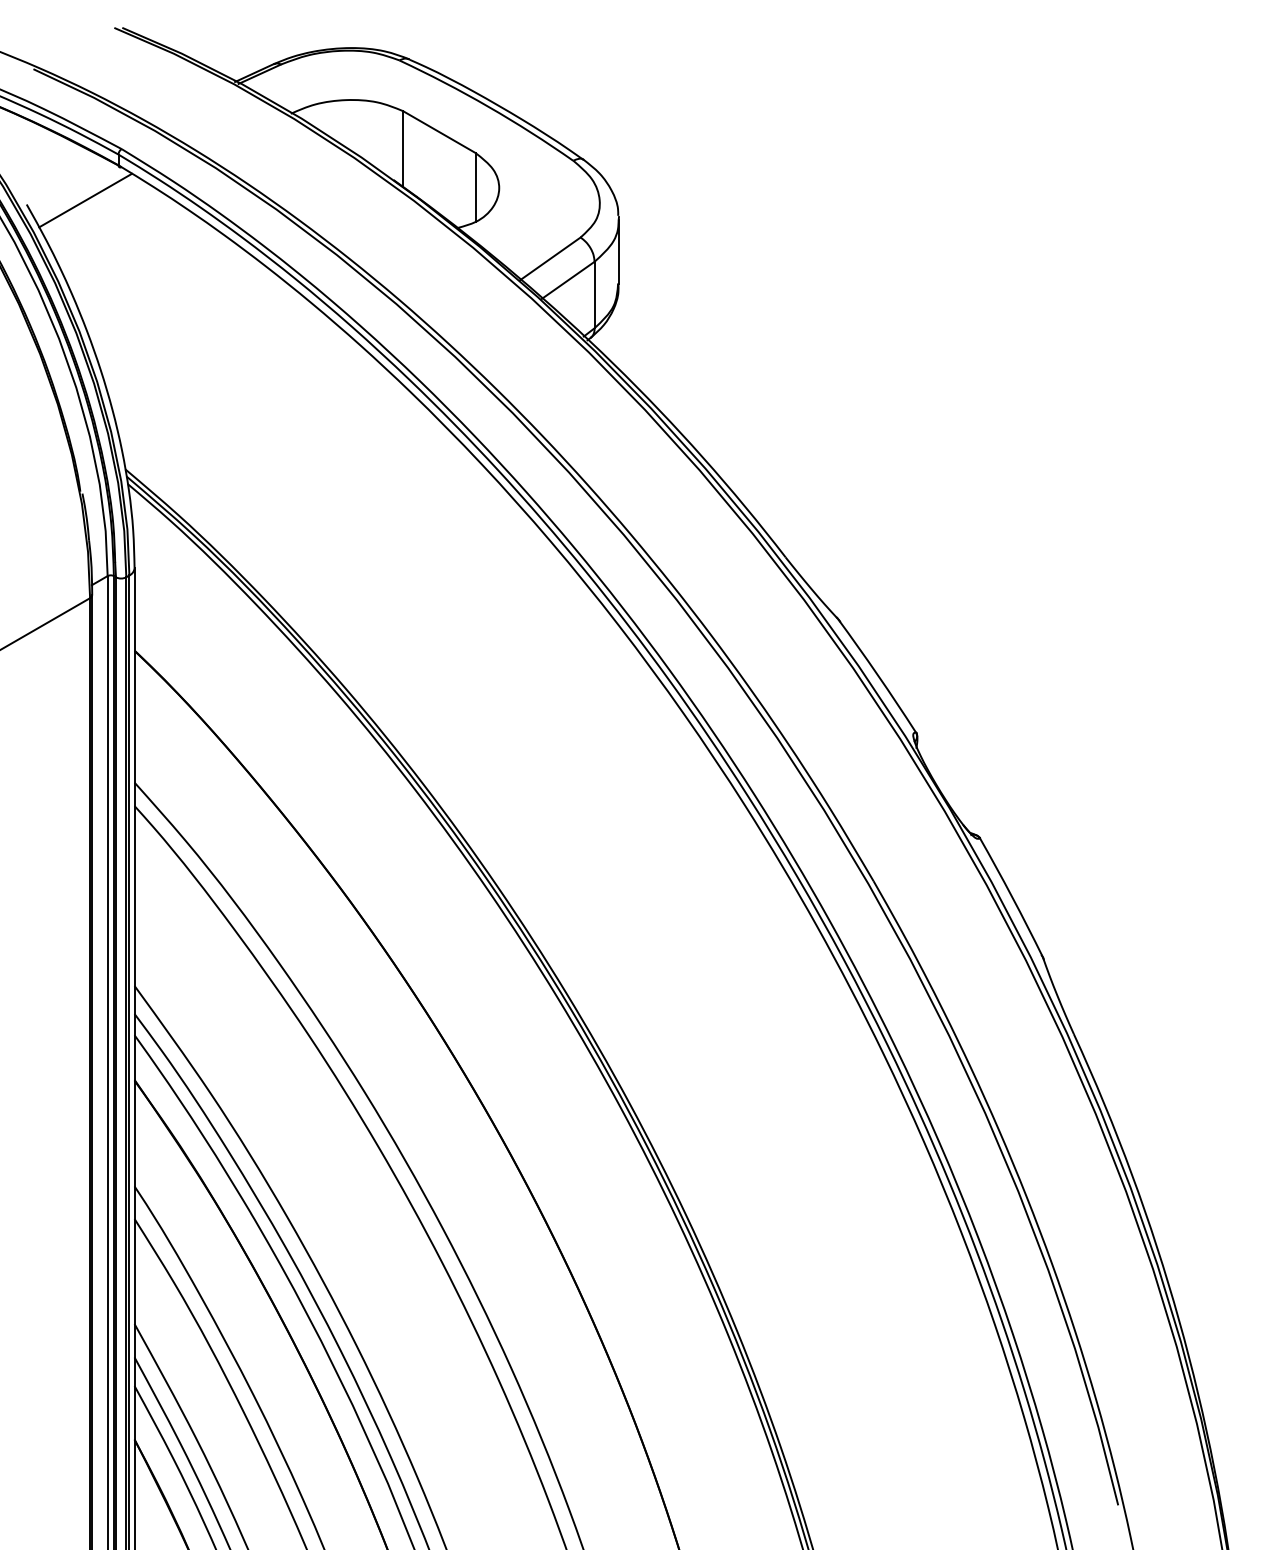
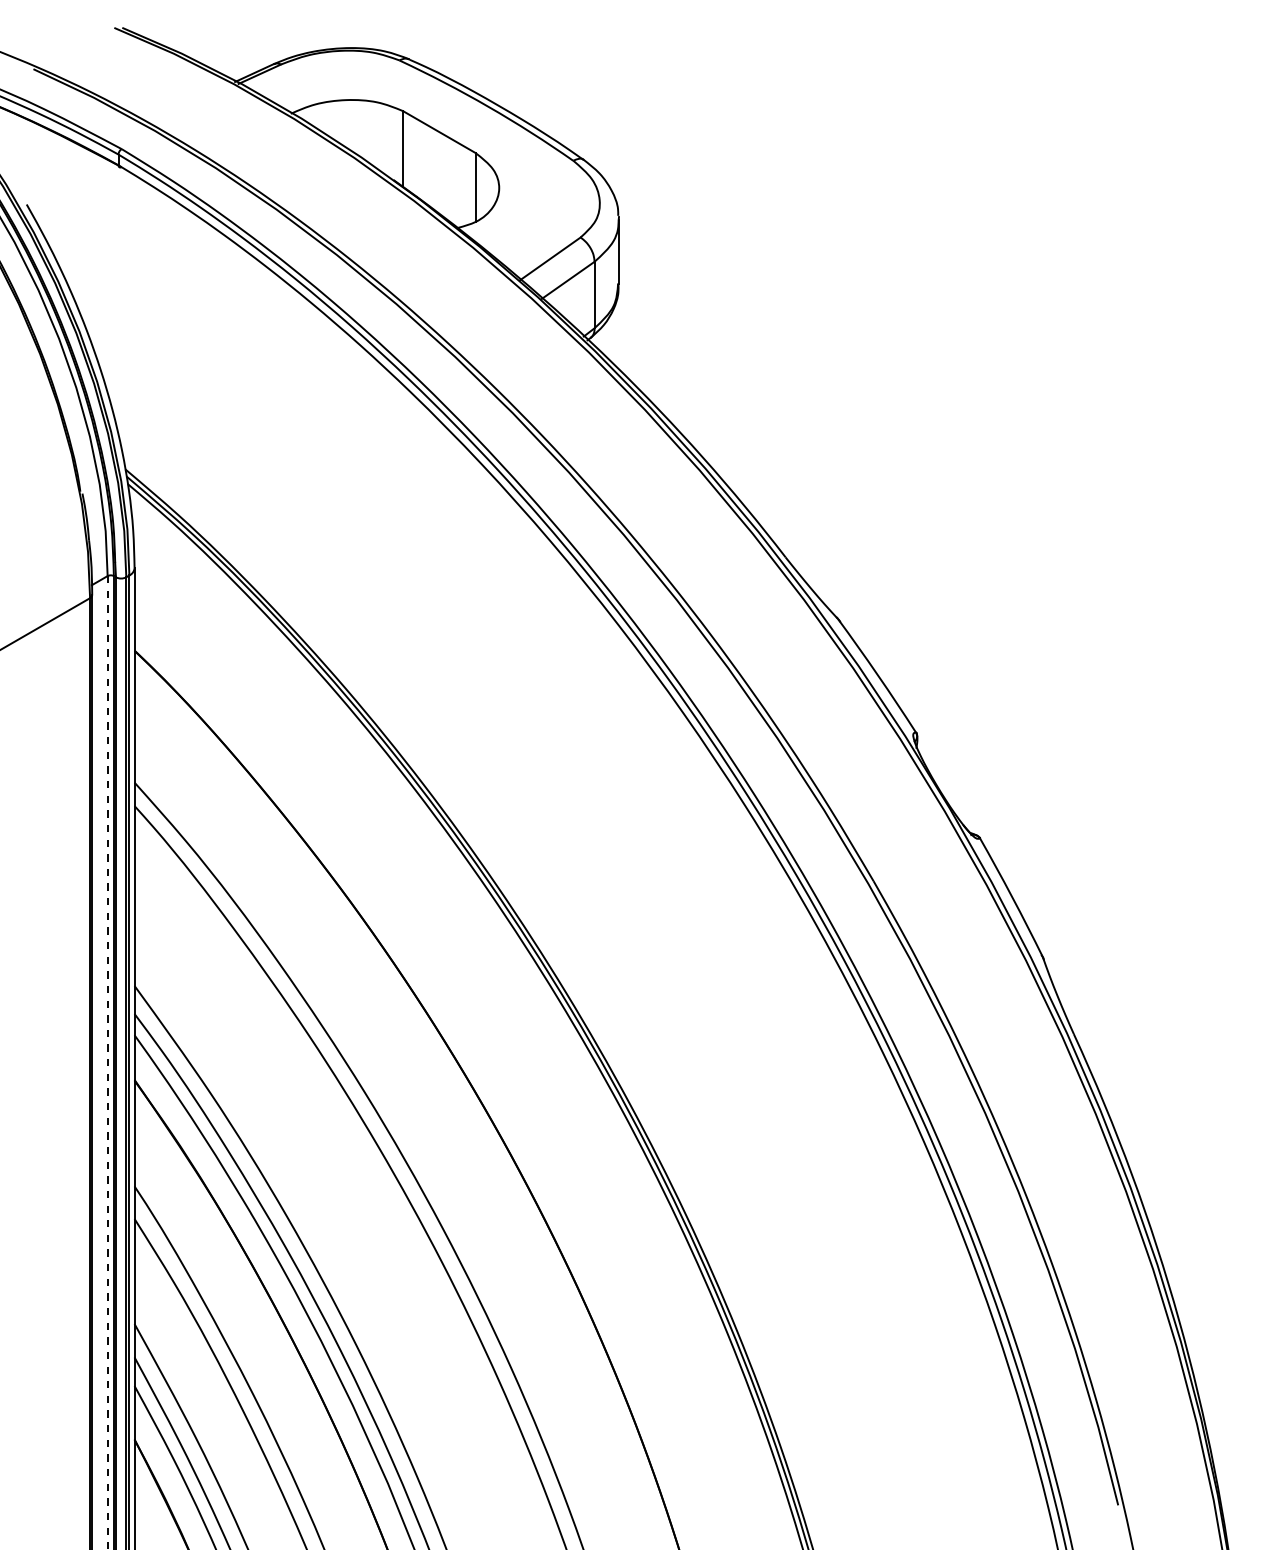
line at (85, 200): present -> none
line at (107, 1062): solid -> dashed
